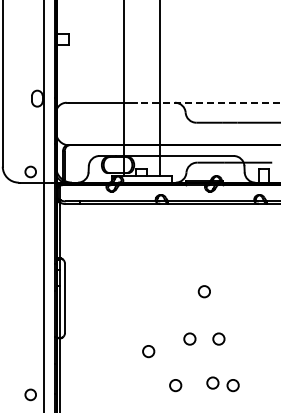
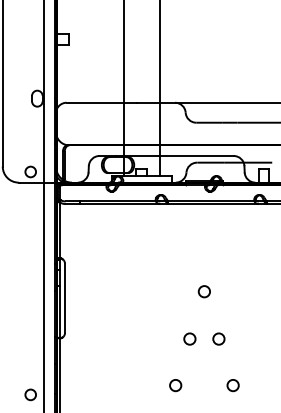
line at (208, 102): dashed -> solid
circle at (148, 351): present -> none
circle at (212, 382): present -> none
